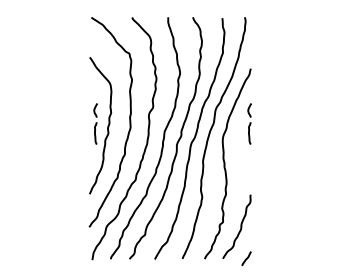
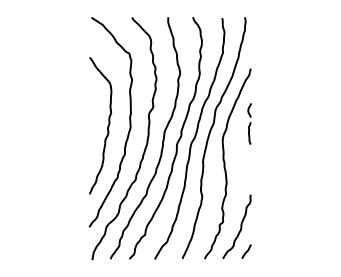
part at (95, 123): present -> none
line at (246, 258) position: (246, 258) -> (246, 251)
